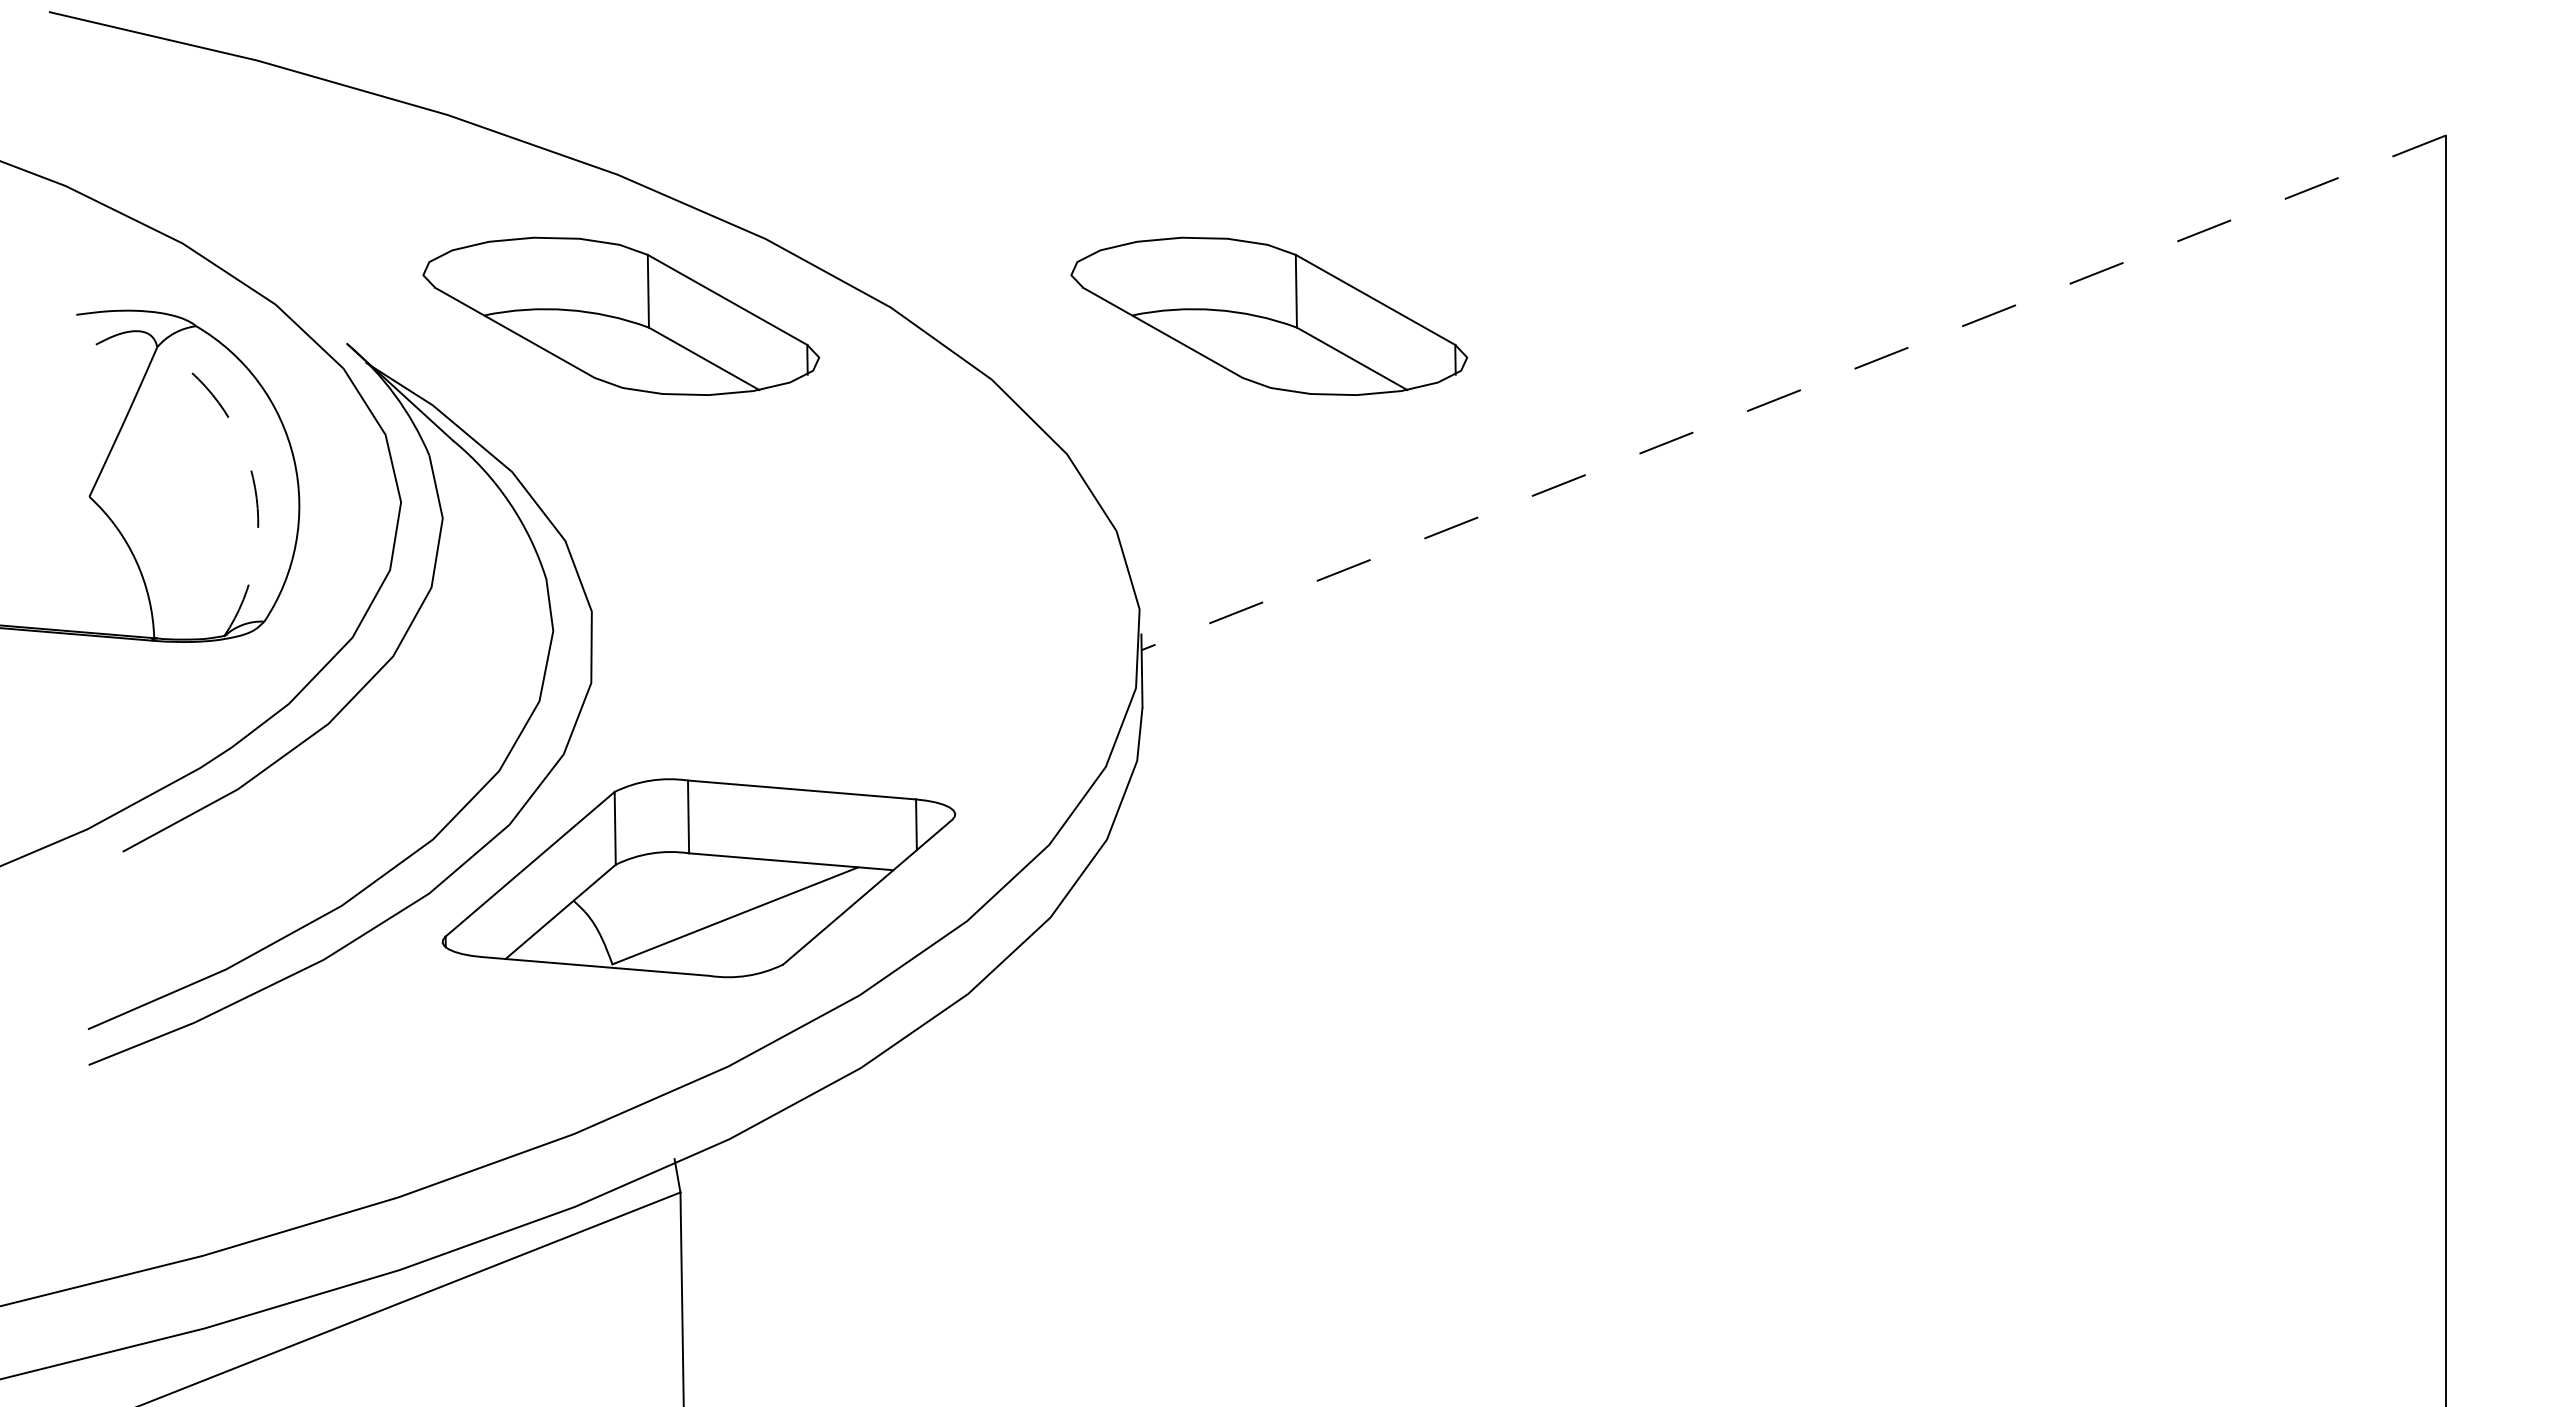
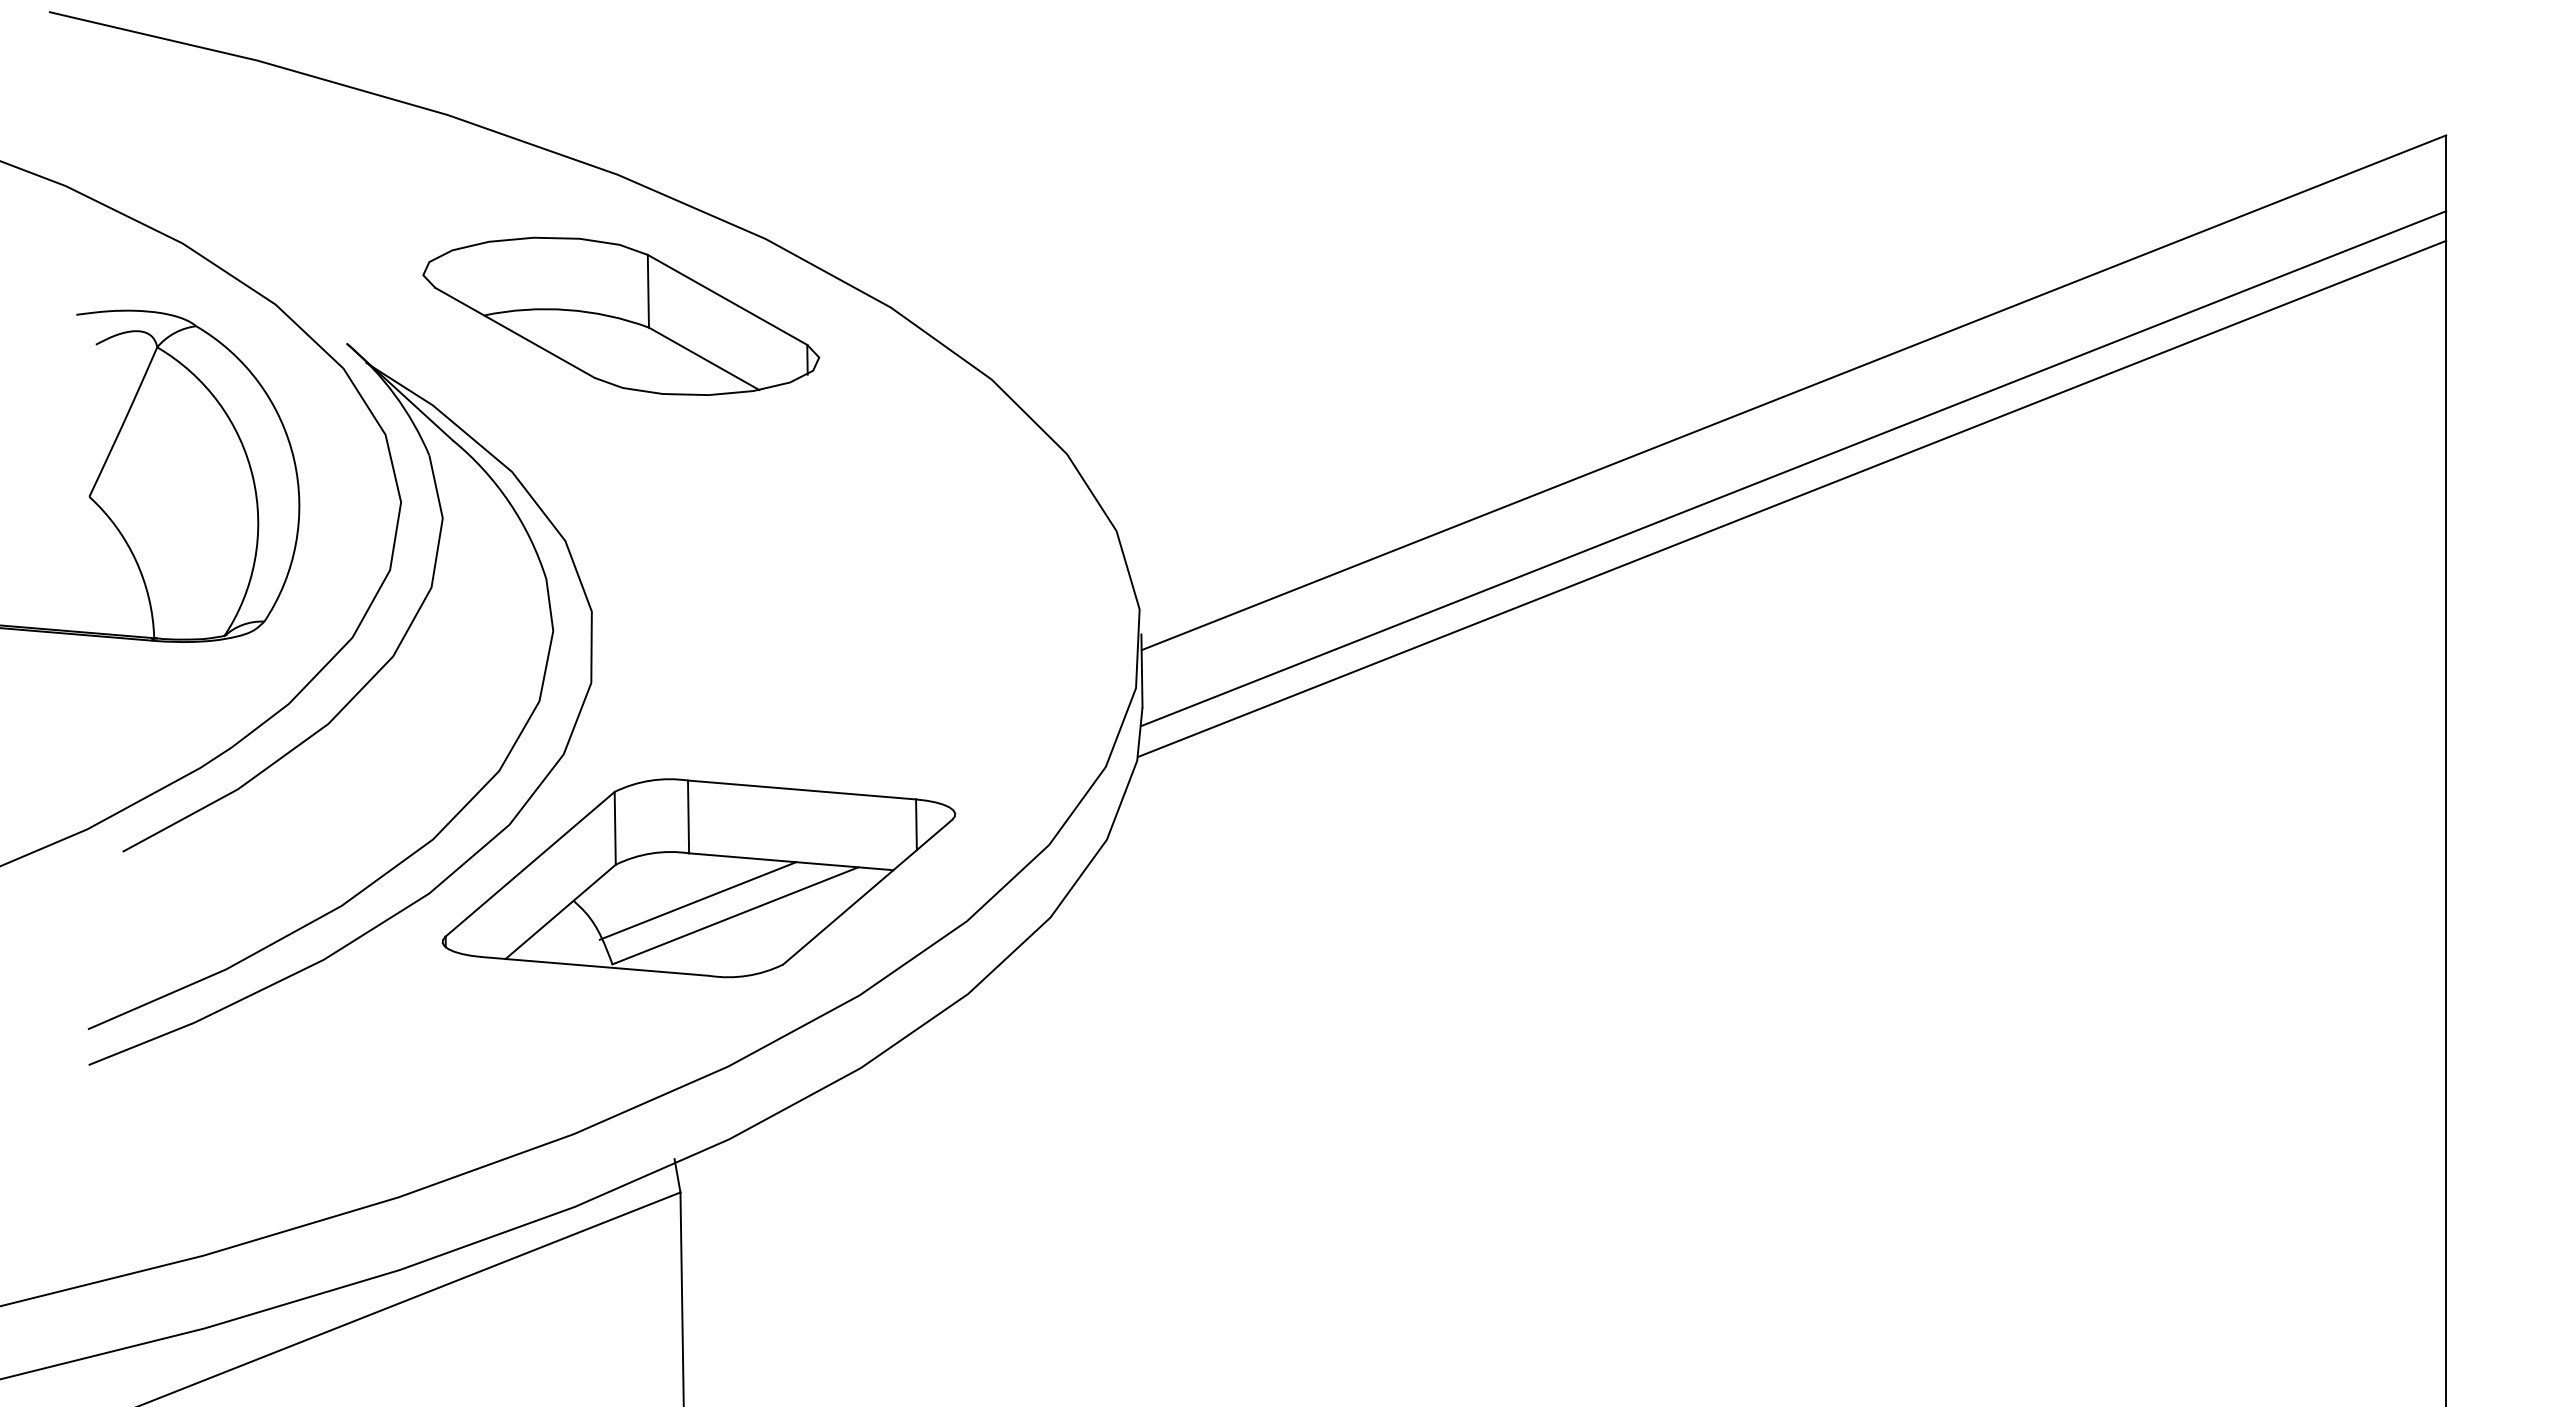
part at (1269, 315): present -> none
line at (1793, 392): dashed -> solid
line at (1794, 468): none -> present
arc at (253, 477): dashed -> solid
line at (1792, 498): none -> present
line at (697, 900): none -> present
